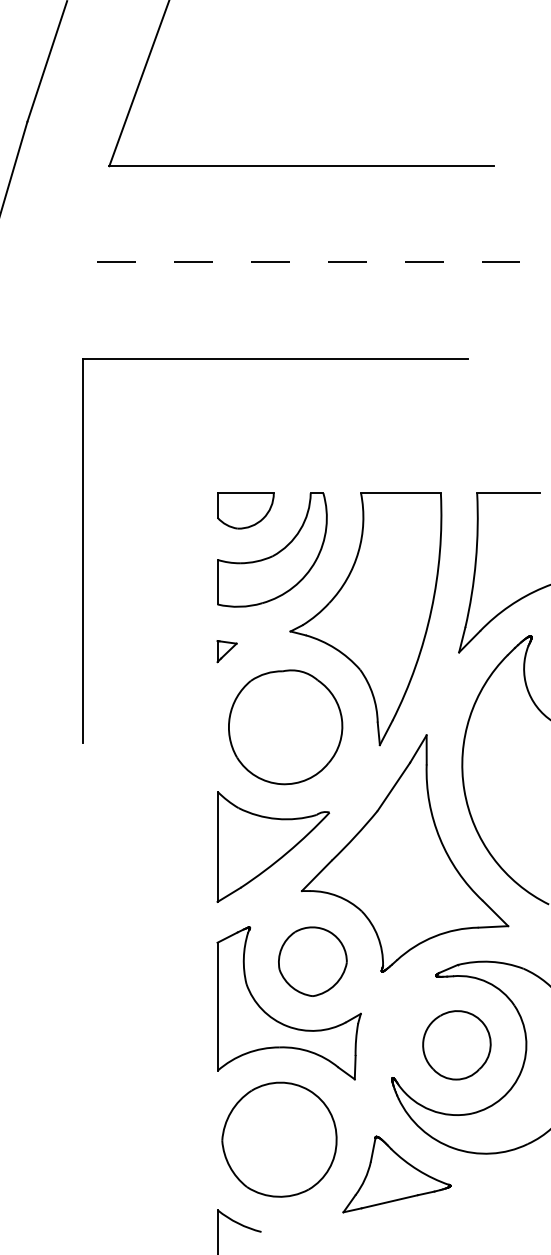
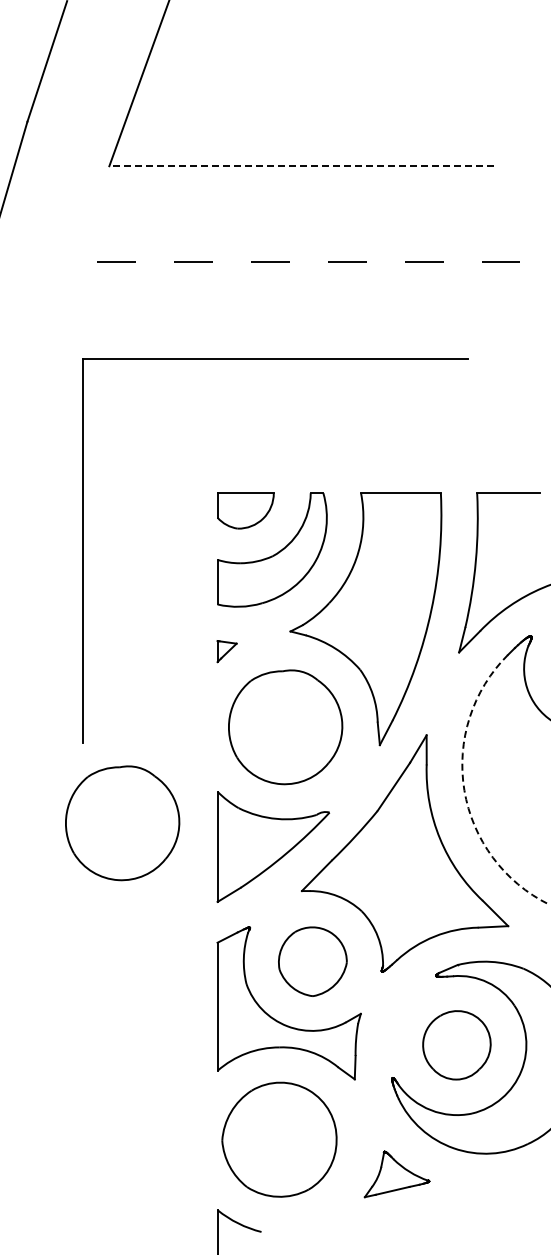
line at (301, 166): solid -> dashed
arc at (464, 790): solid -> dashed
part at (122, 823): none -> present
part at (396, 1174) size: 110x79 px -> 68x49 px
